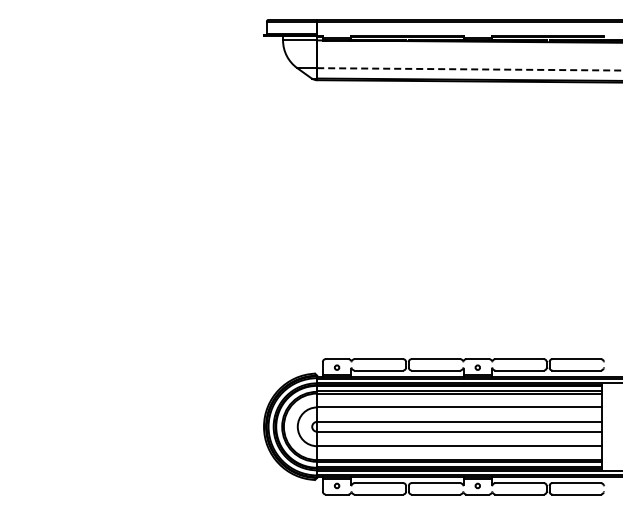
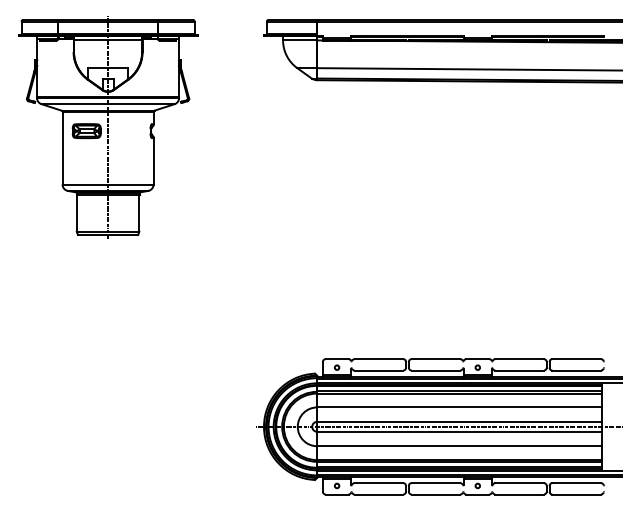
line at (470, 69): dashed -> solid
part at (108, 127): none -> present
line at (437, 426): none -> present
